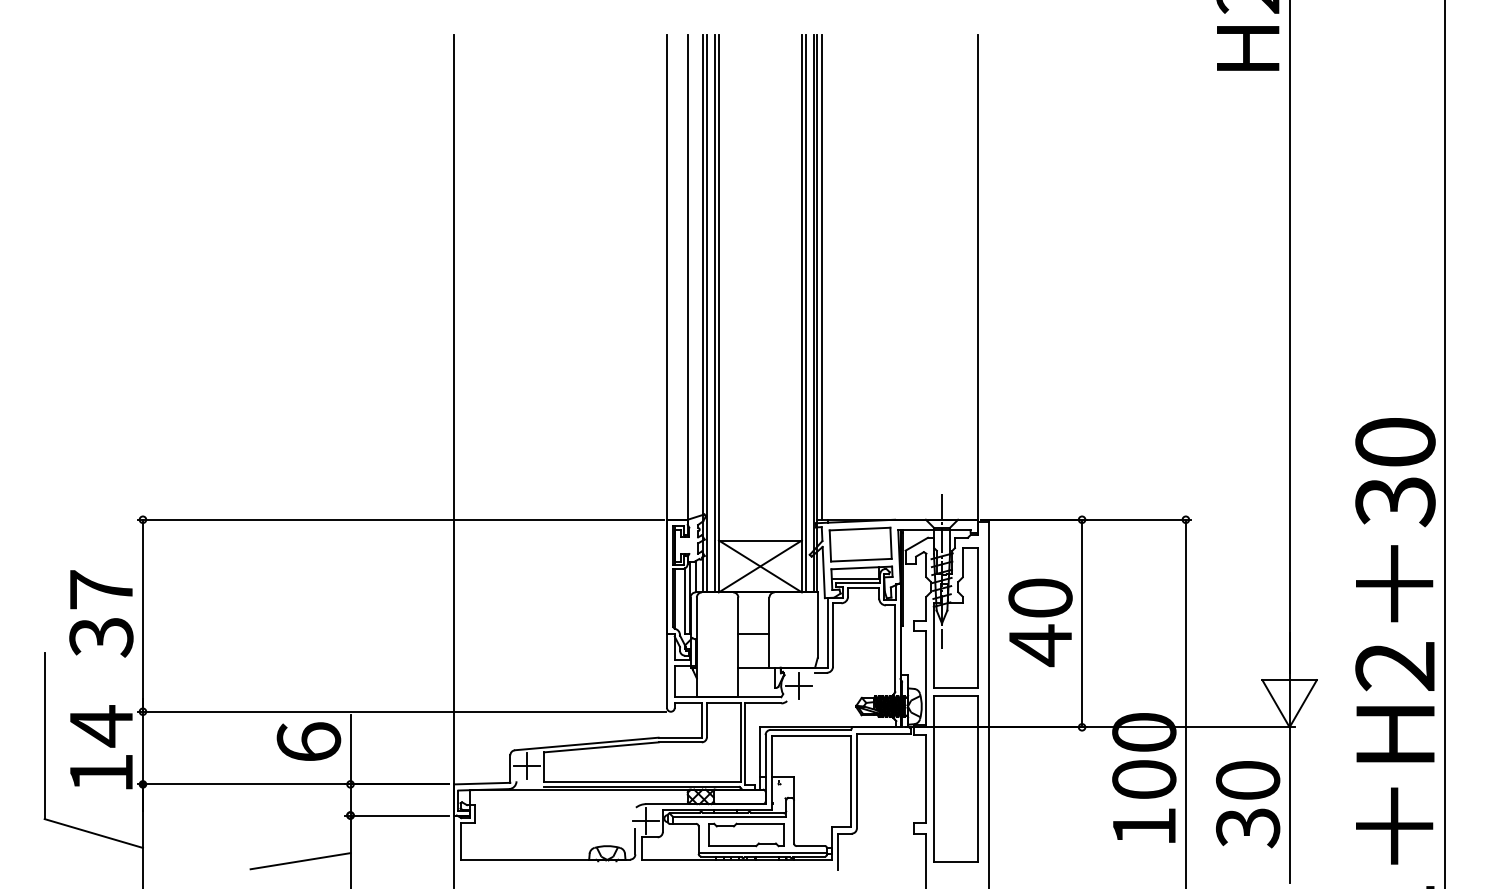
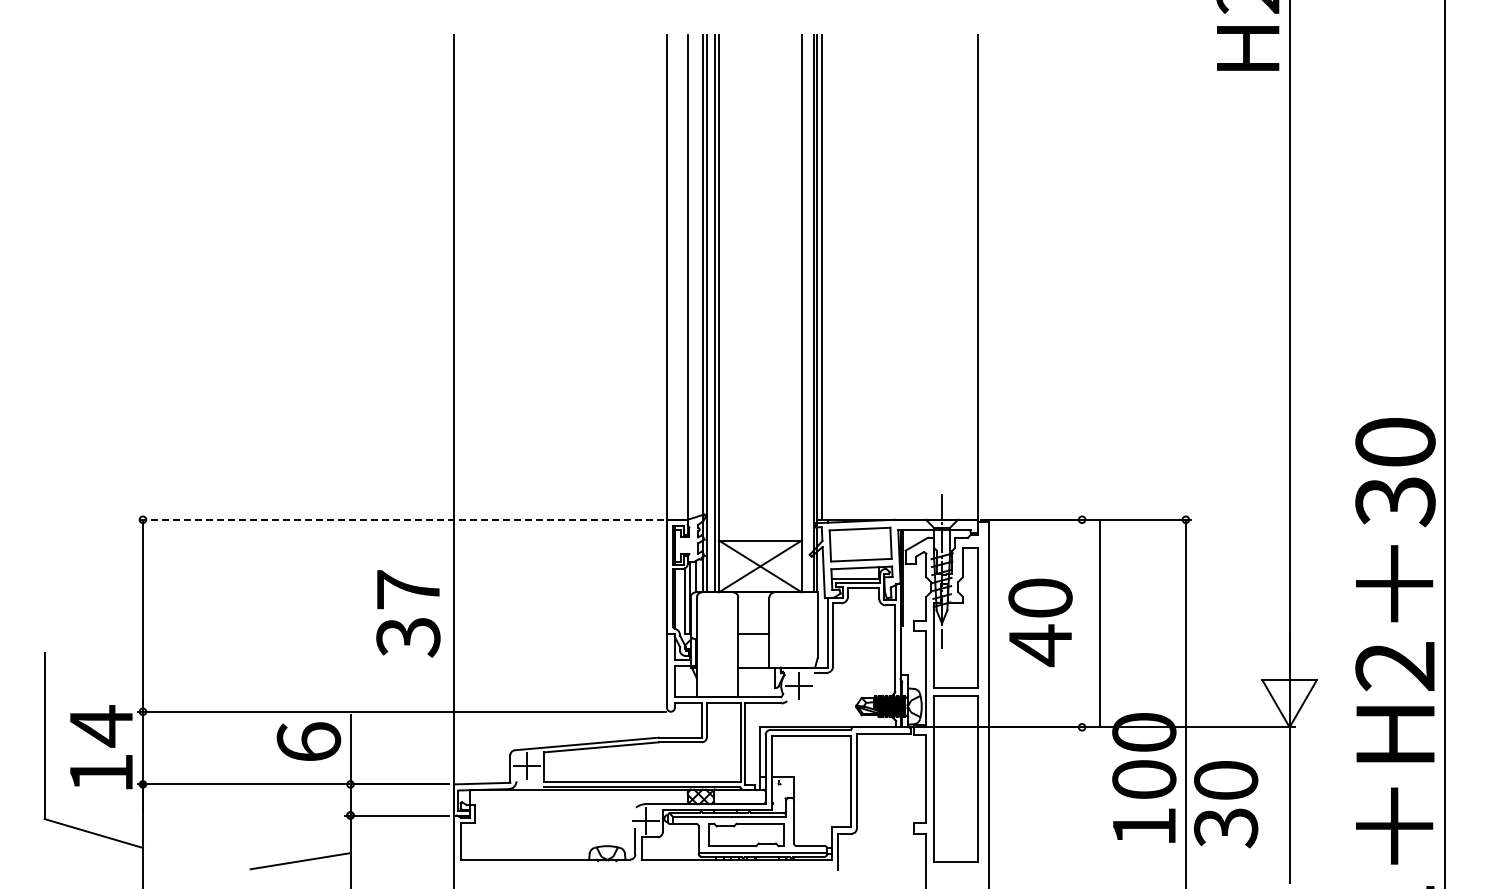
line at (805, 313): present -> none
line at (400, 519): solid -> dashed
text at (101, 613) position: (101, 613) -> (408, 613)
line at (1082, 623) position: (1082, 623) -> (1100, 623)
text at (1248, 804) position: (1248, 804) -> (1226, 804)
